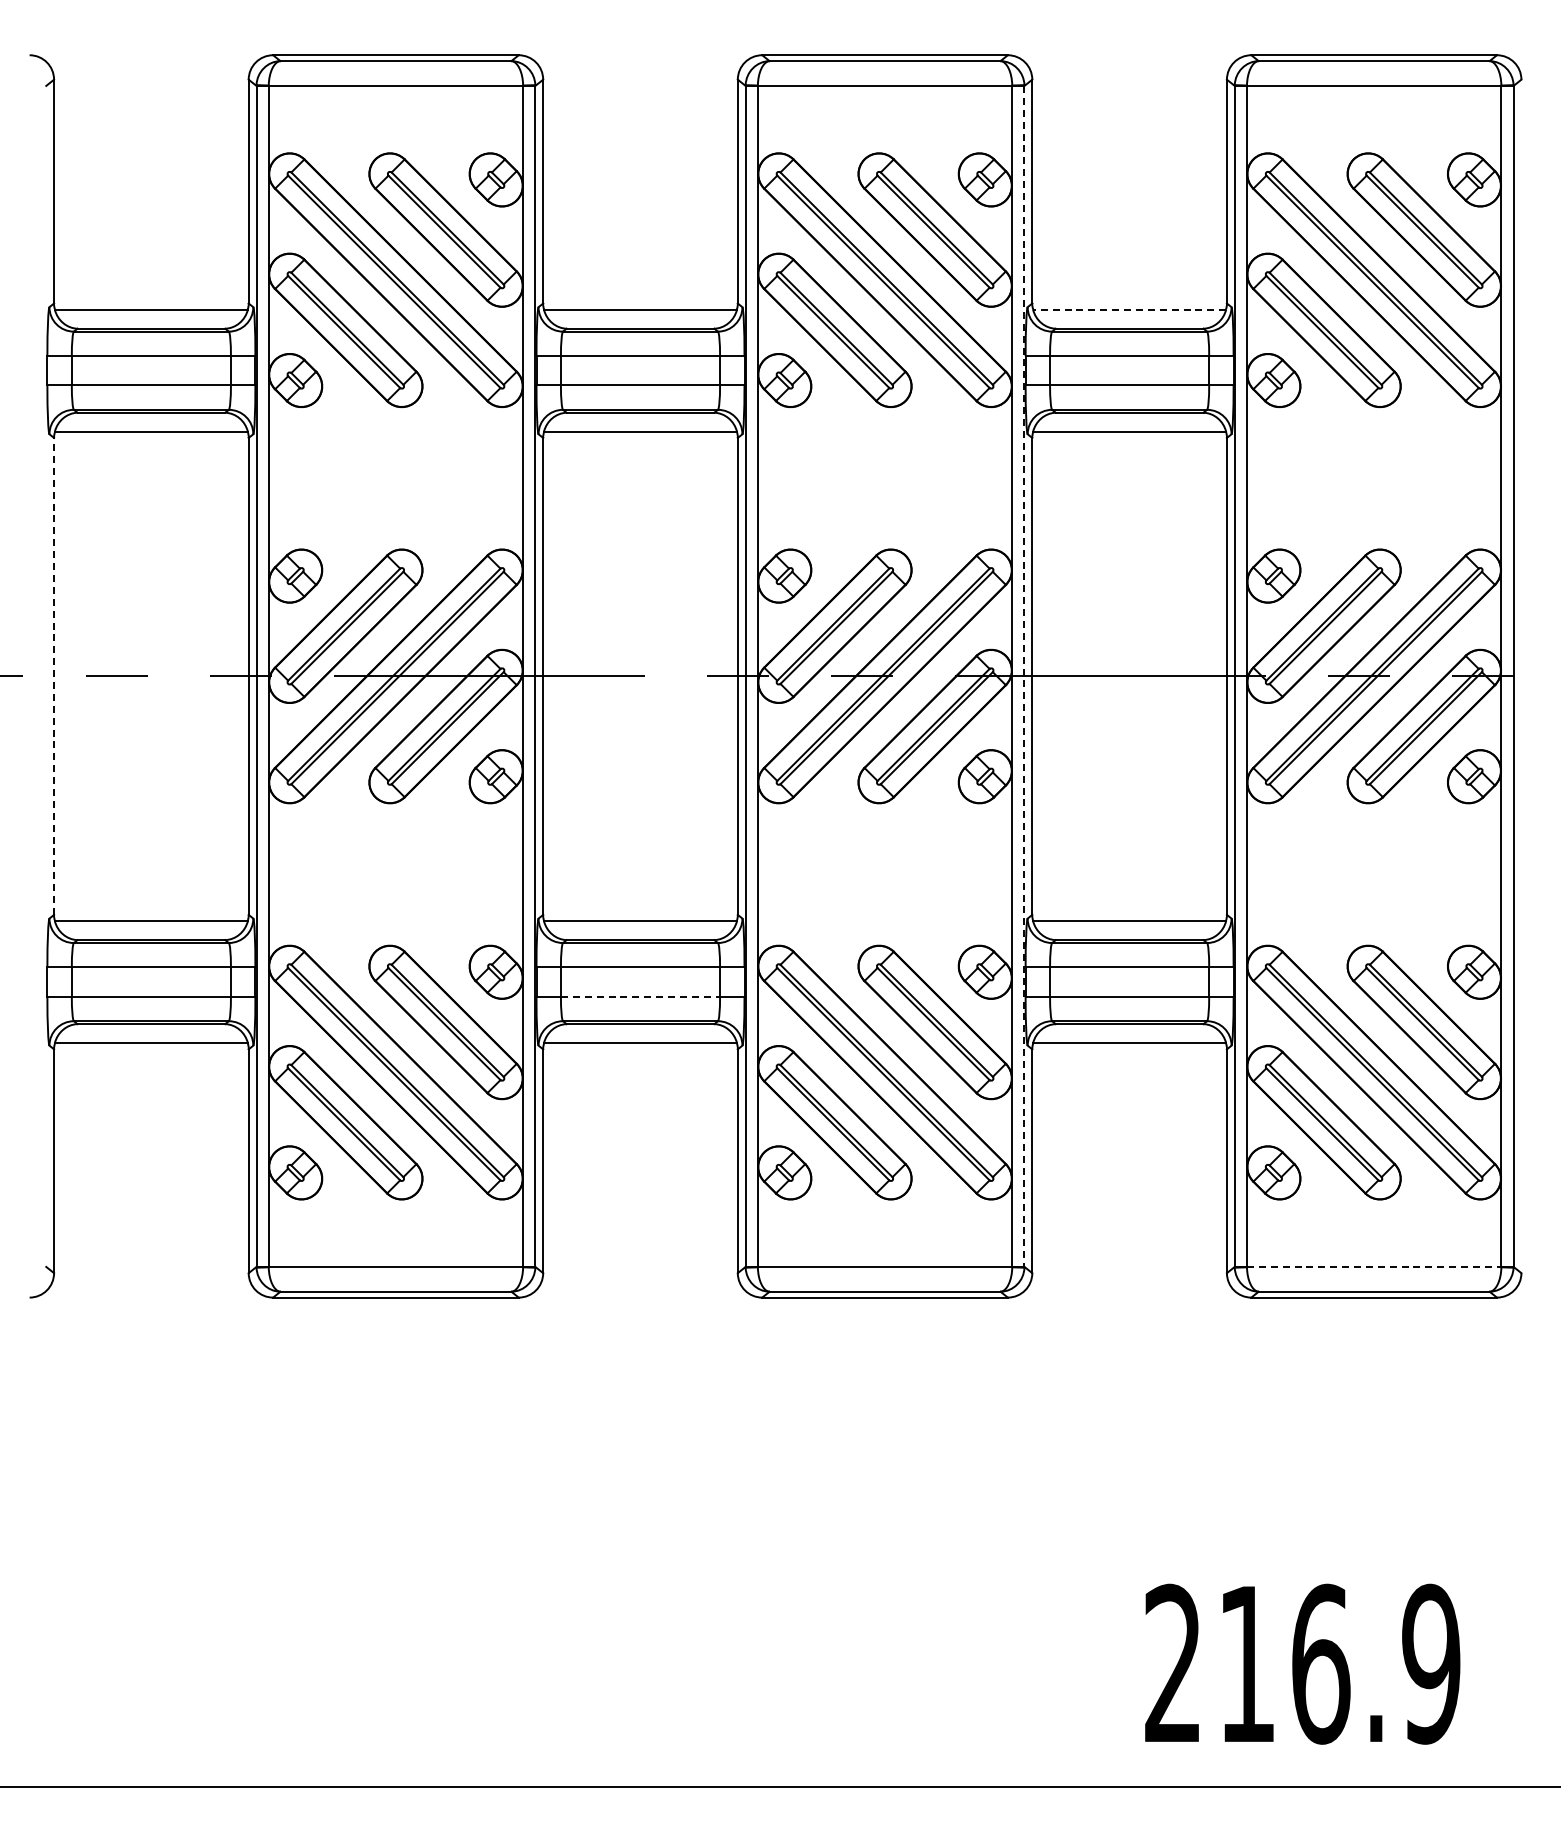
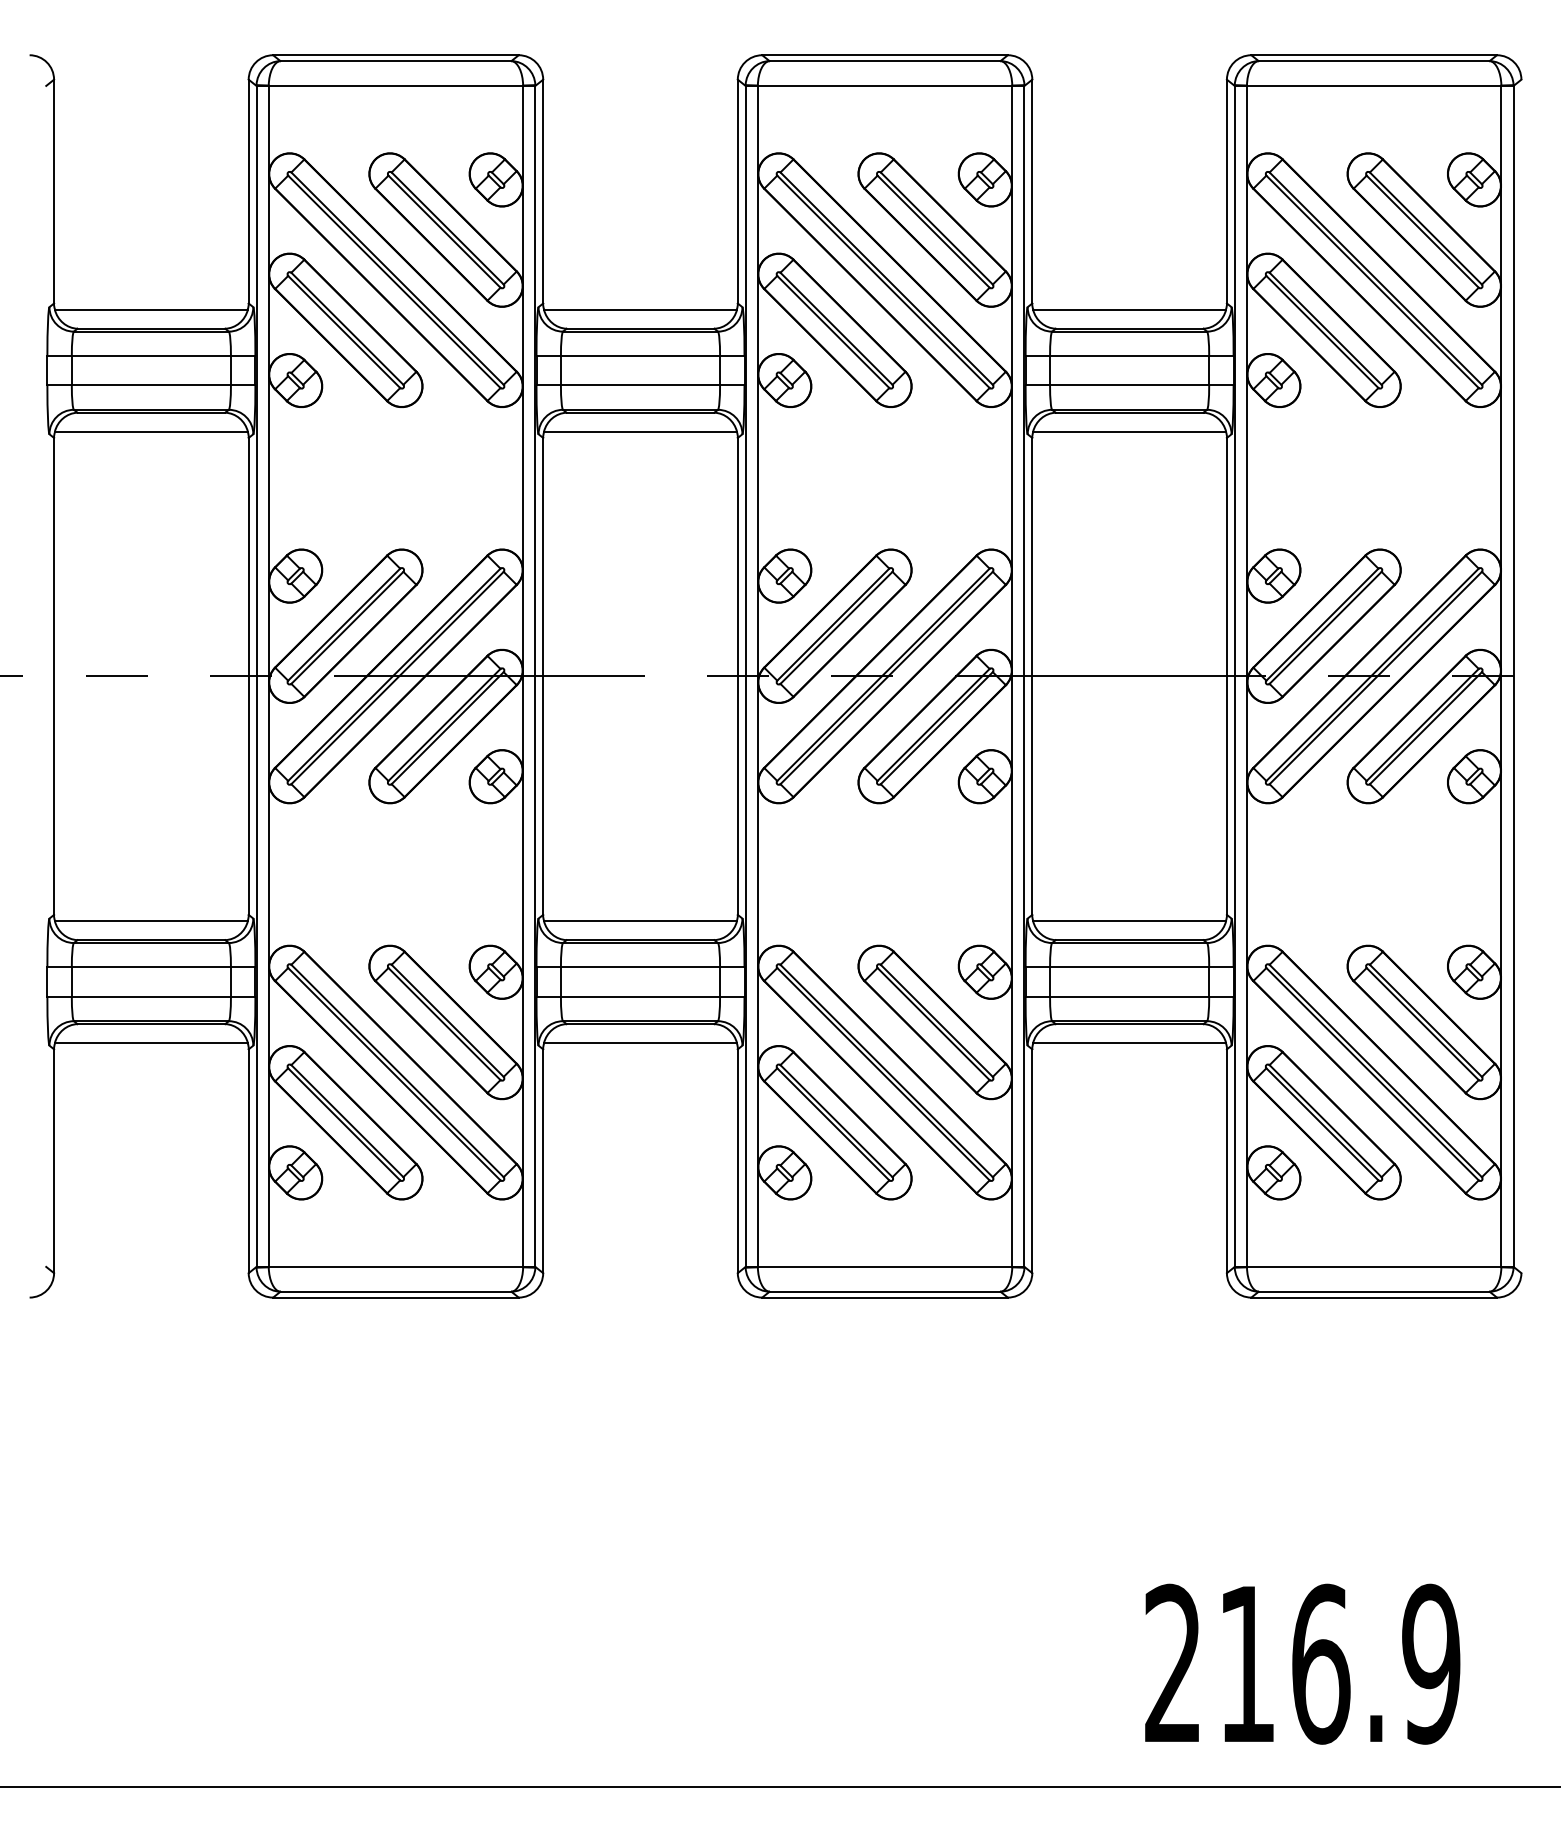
line at (1129, 309): dashed -> solid
line at (54, 675): dashed -> solid
line at (1024, 676): dashed -> solid
line at (640, 996): dashed -> solid
line at (1374, 1267): dashed -> solid
